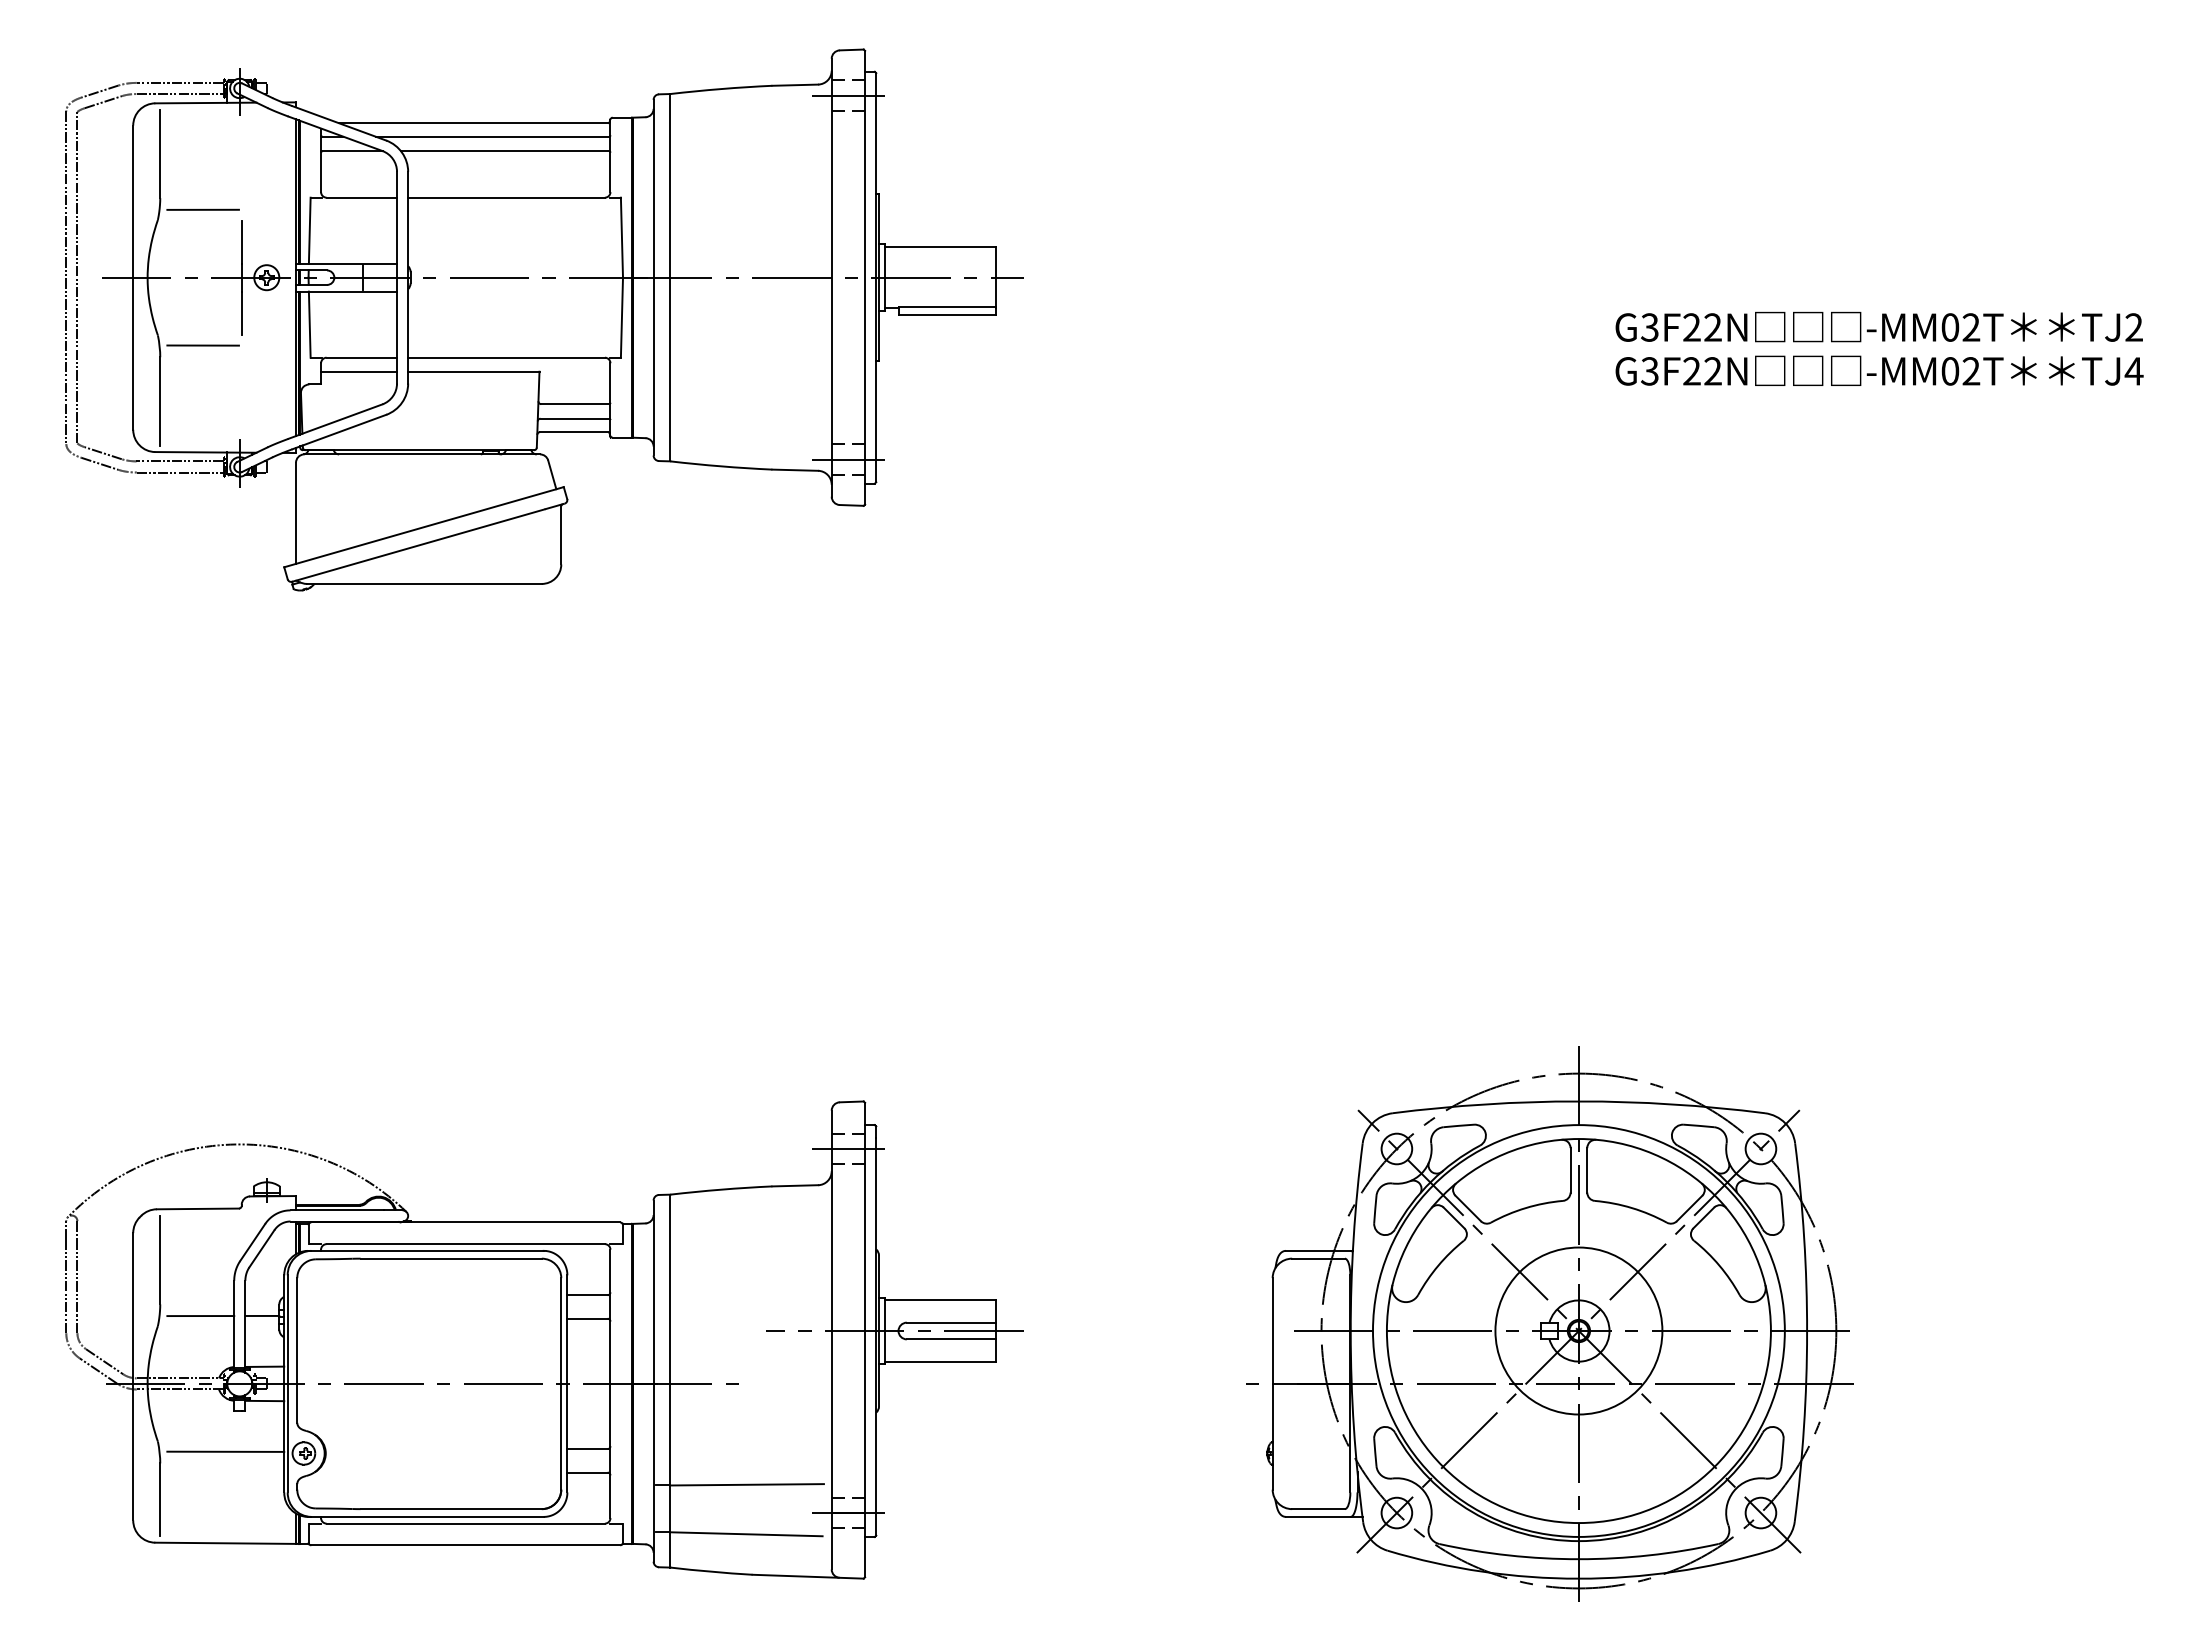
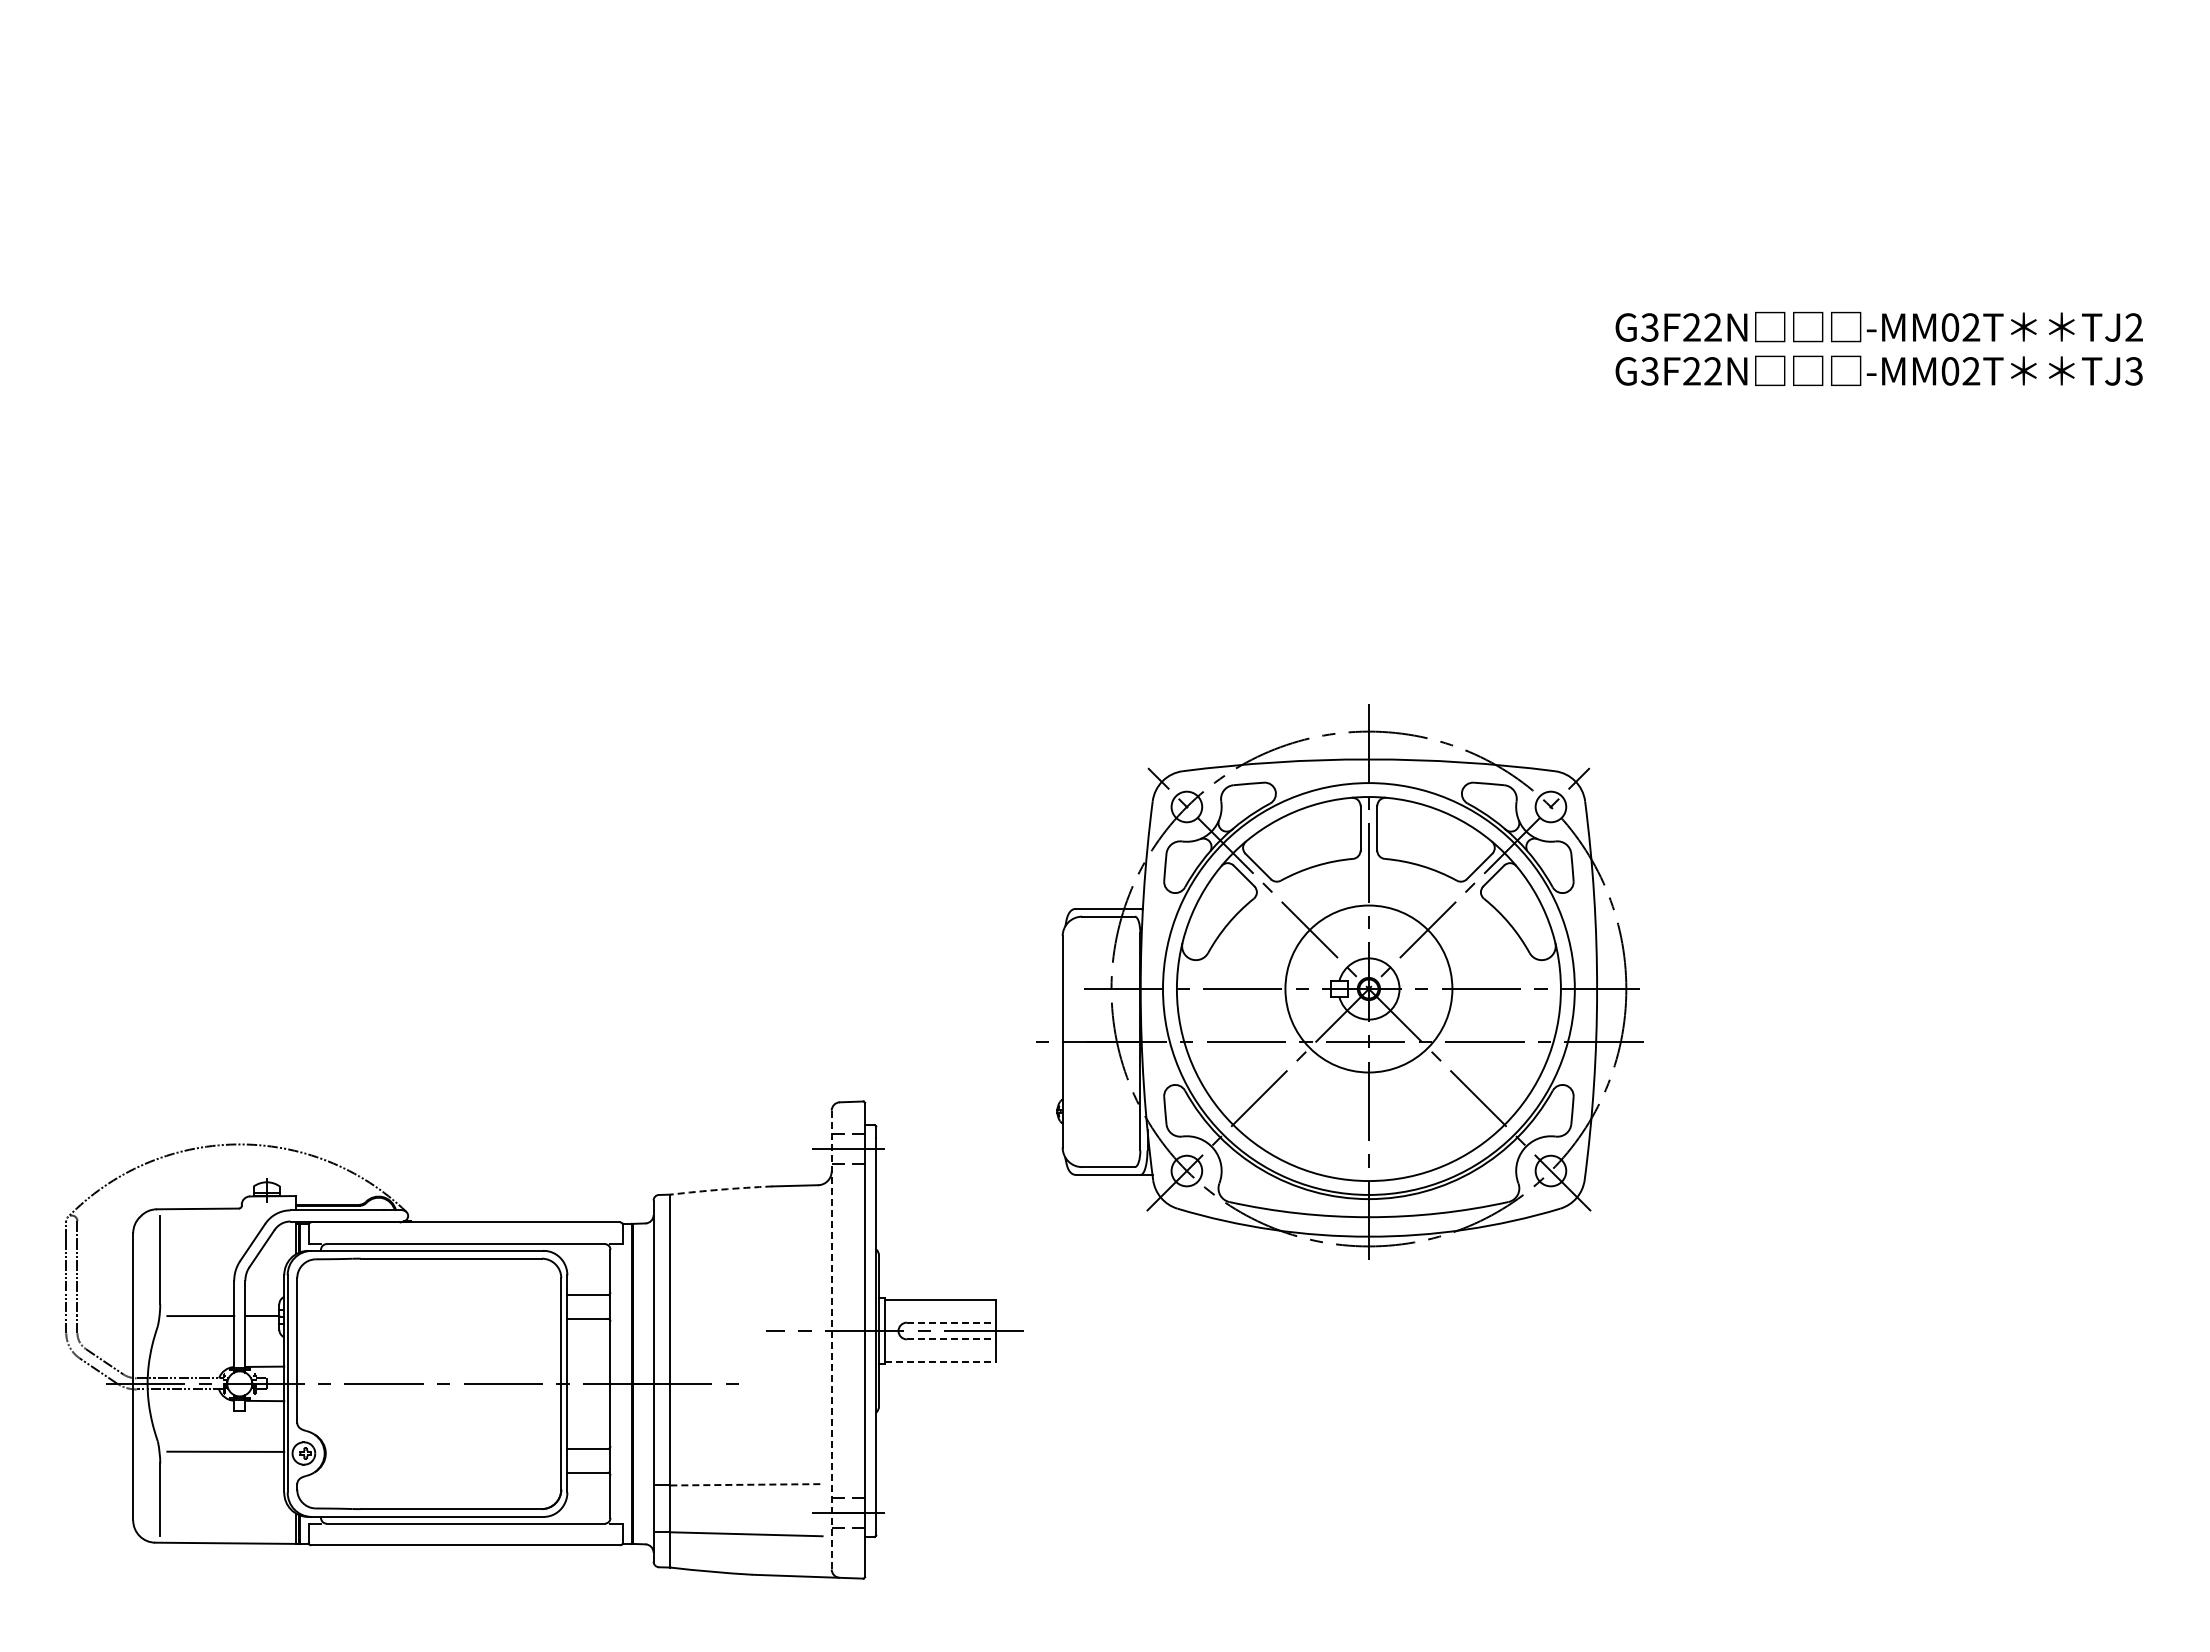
part at (544, 319): present -> none
text at (2133, 371): TJ4 -> TJ3
arc at (721, 1189): solid -> dashed
line at (951, 1322): solid -> dashed
part at (1549, 1323) position: (1549, 1323) -> (1339, 981)
line at (831, 1339): solid -> dashed
line at (951, 1339): solid -> dashed
line at (940, 1361): solid -> dashed
line at (747, 1484): solid -> dashed
